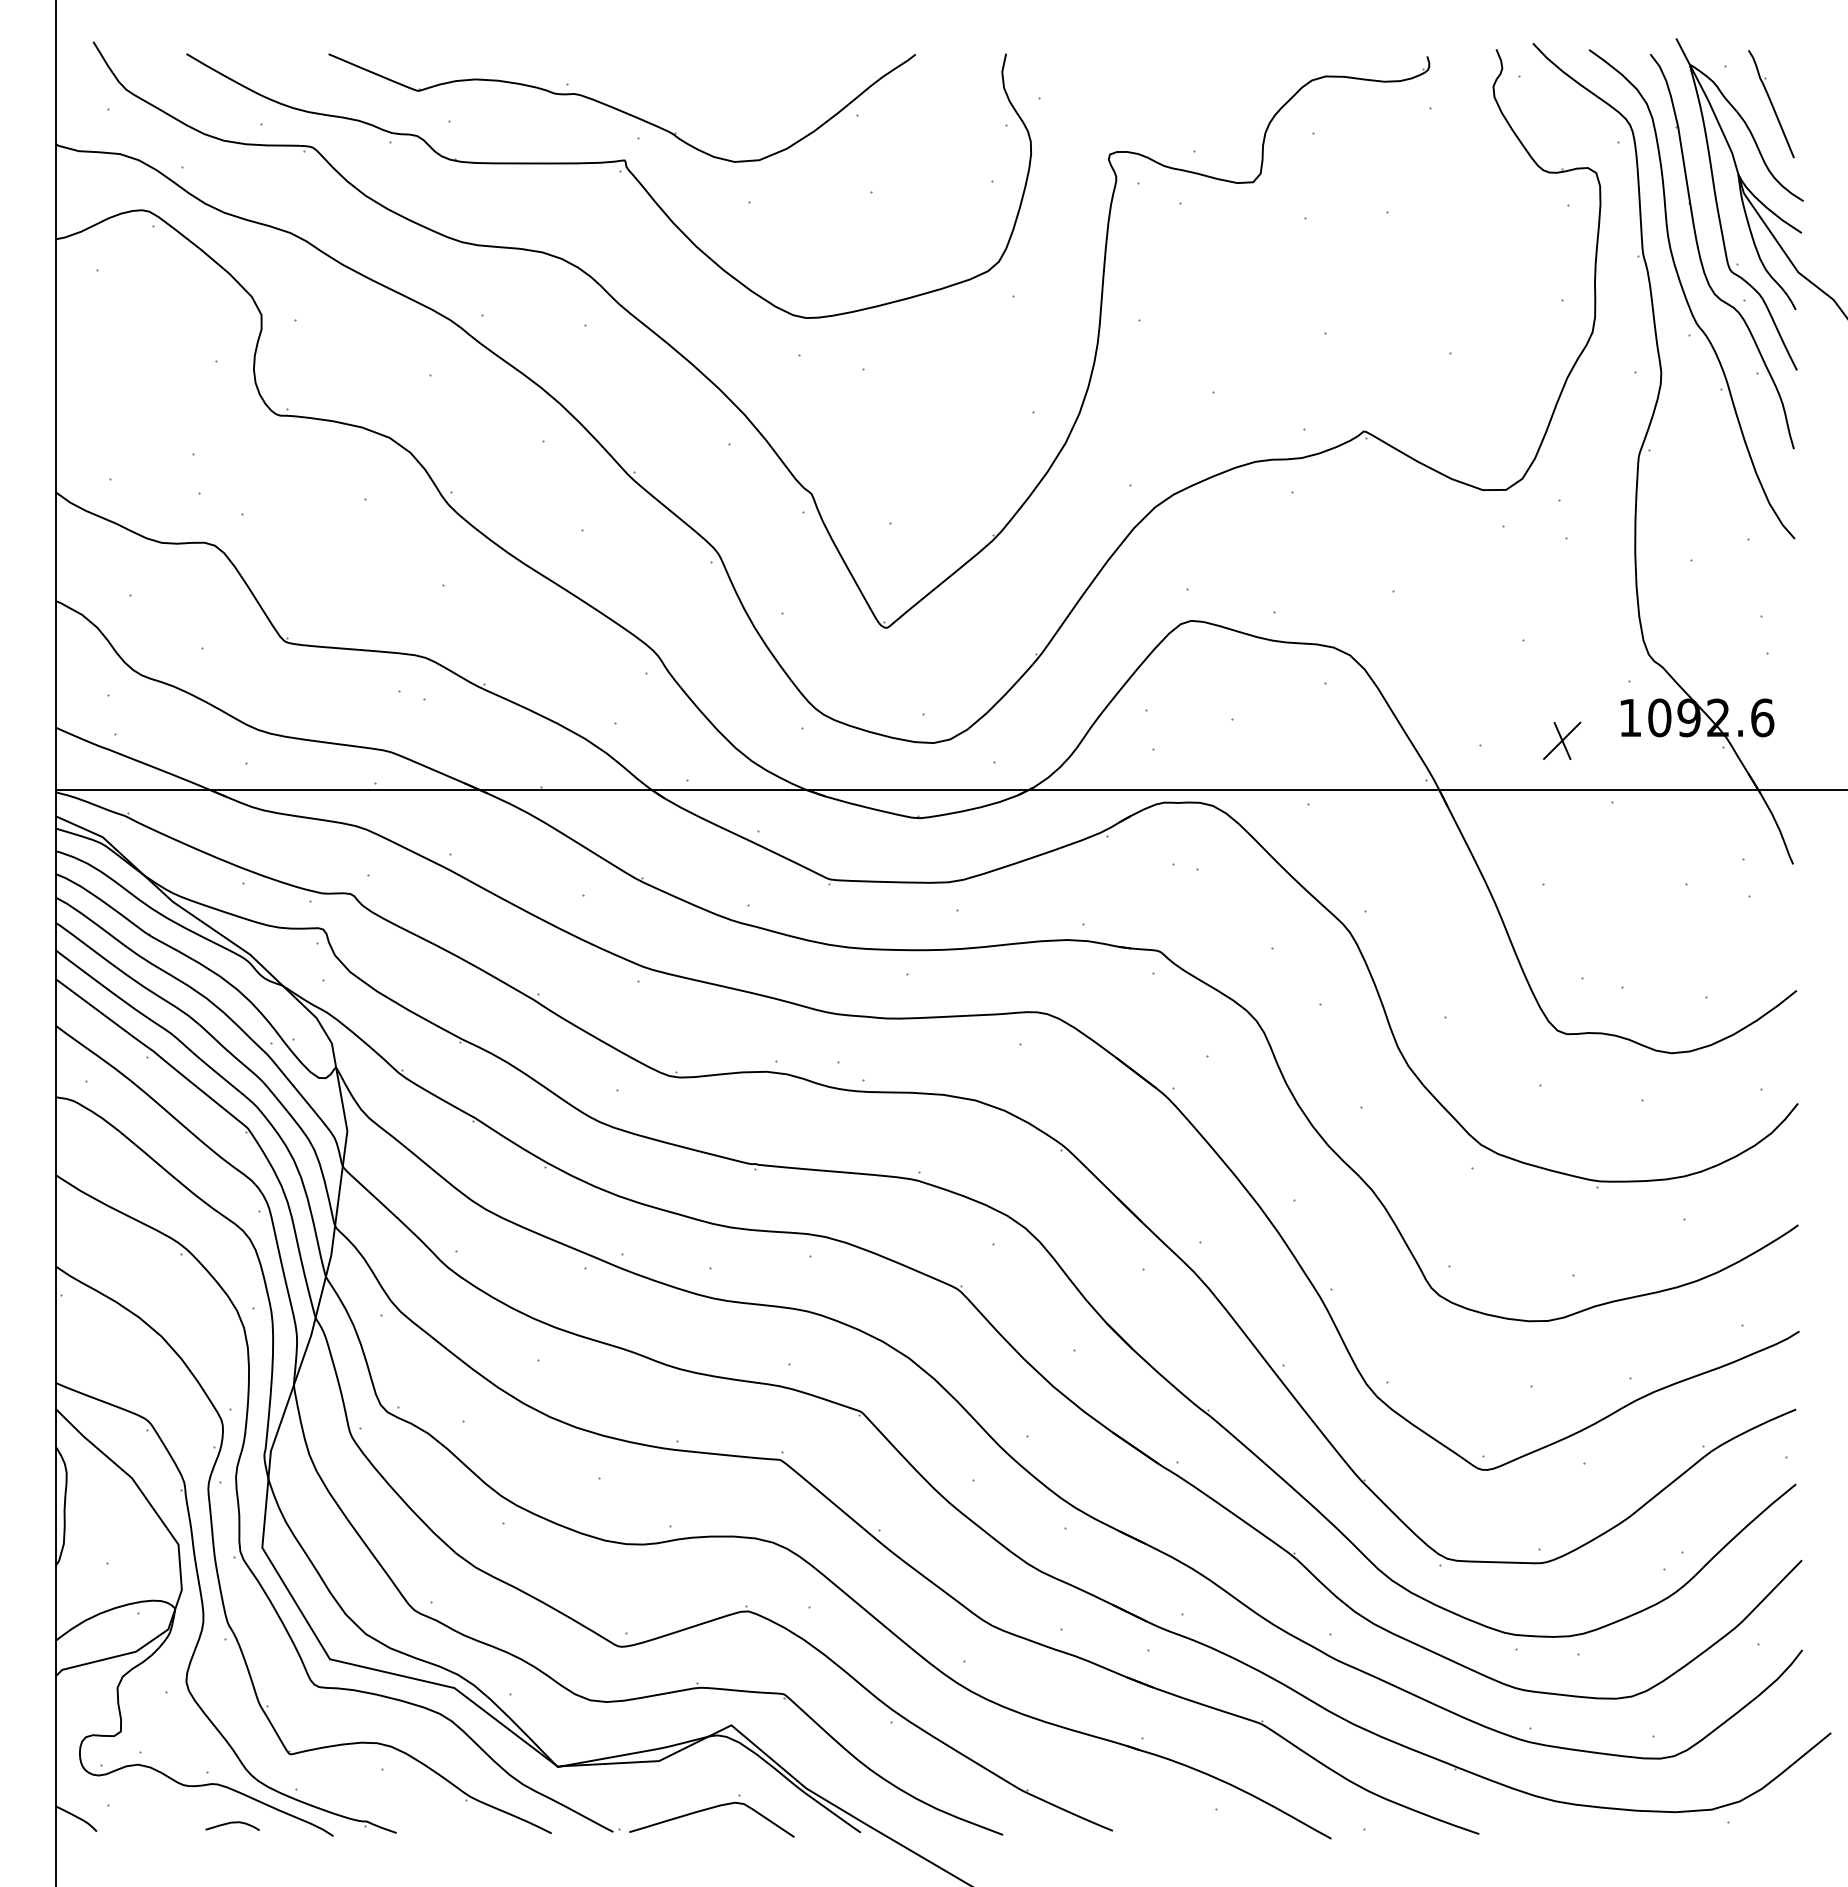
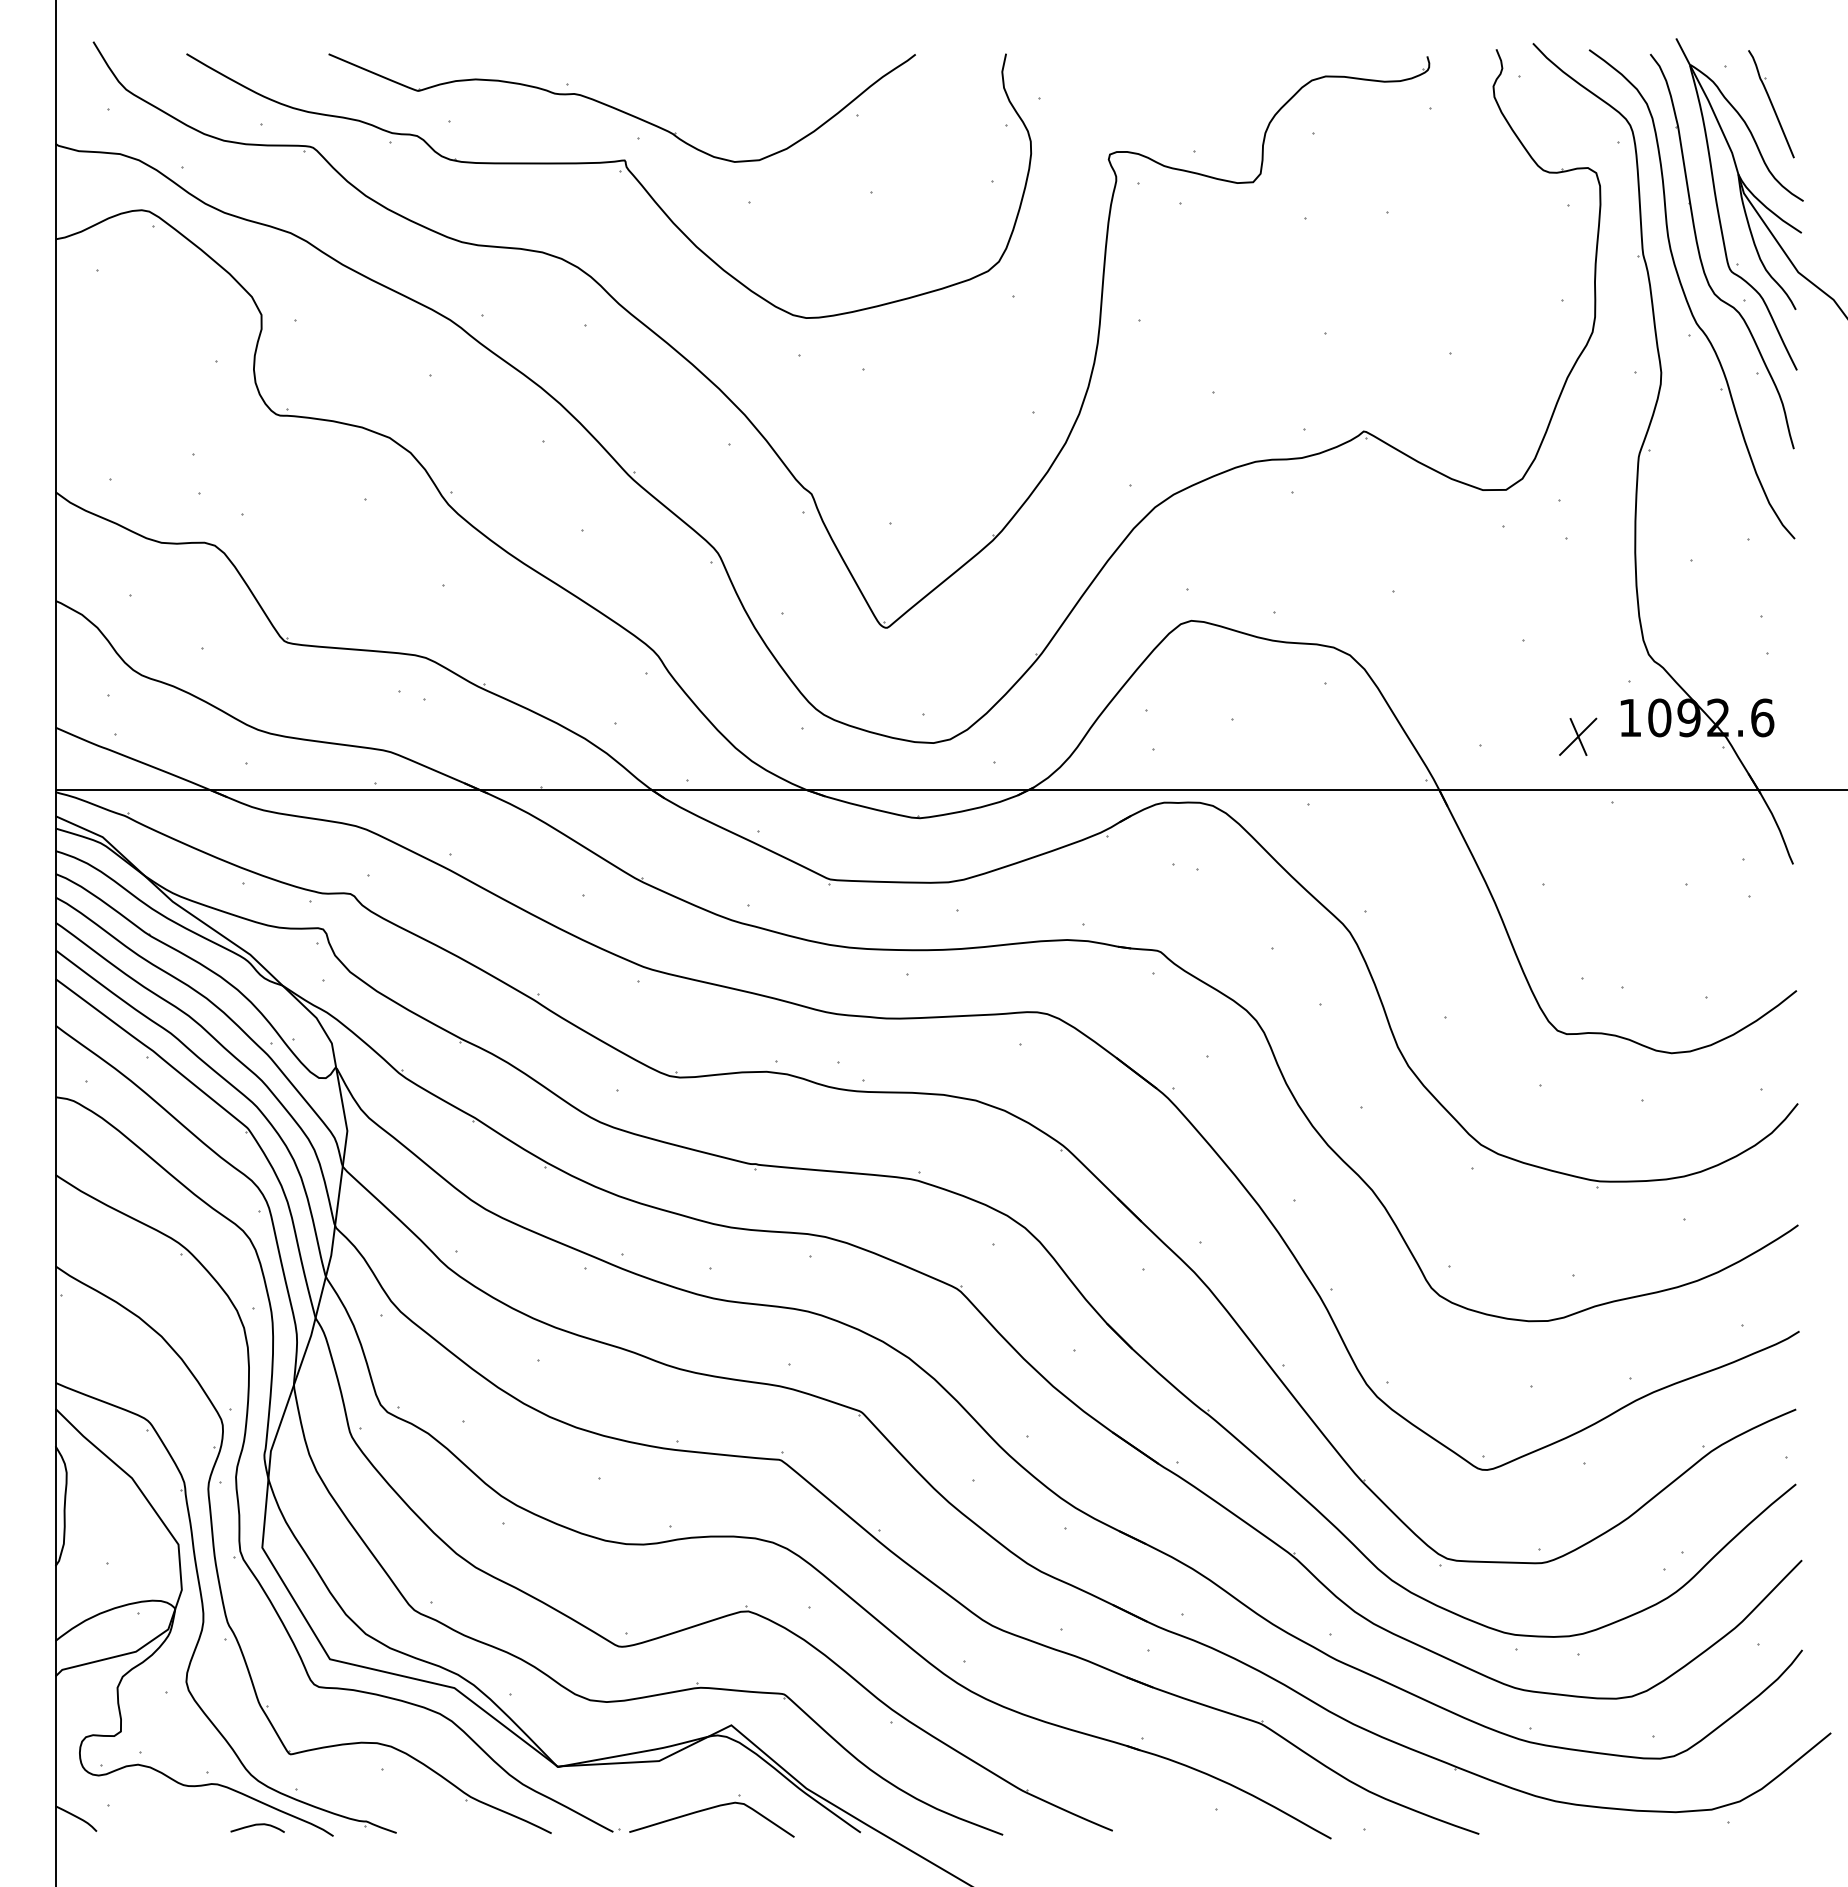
part at (1562, 740) position: (1562, 740) -> (1578, 736)
curve at (232, 1823) position: (232, 1823) -> (257, 1825)
